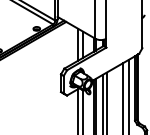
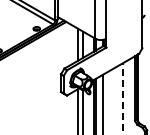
line at (128, 95): present -> none
line at (123, 98): solid -> dashed
line at (106, 101): present -> none
